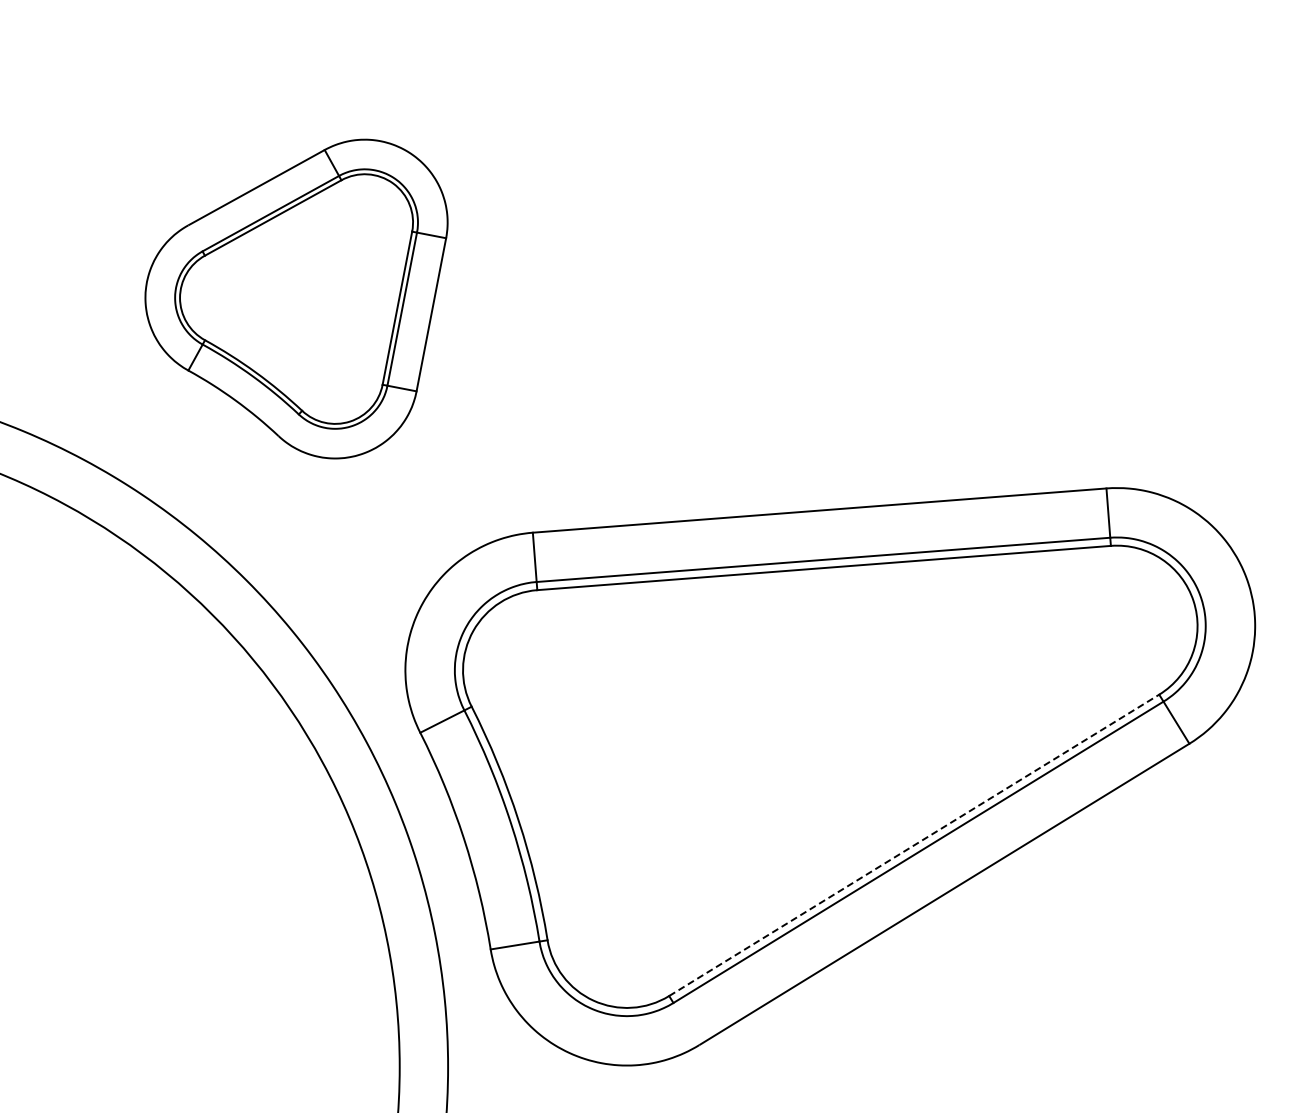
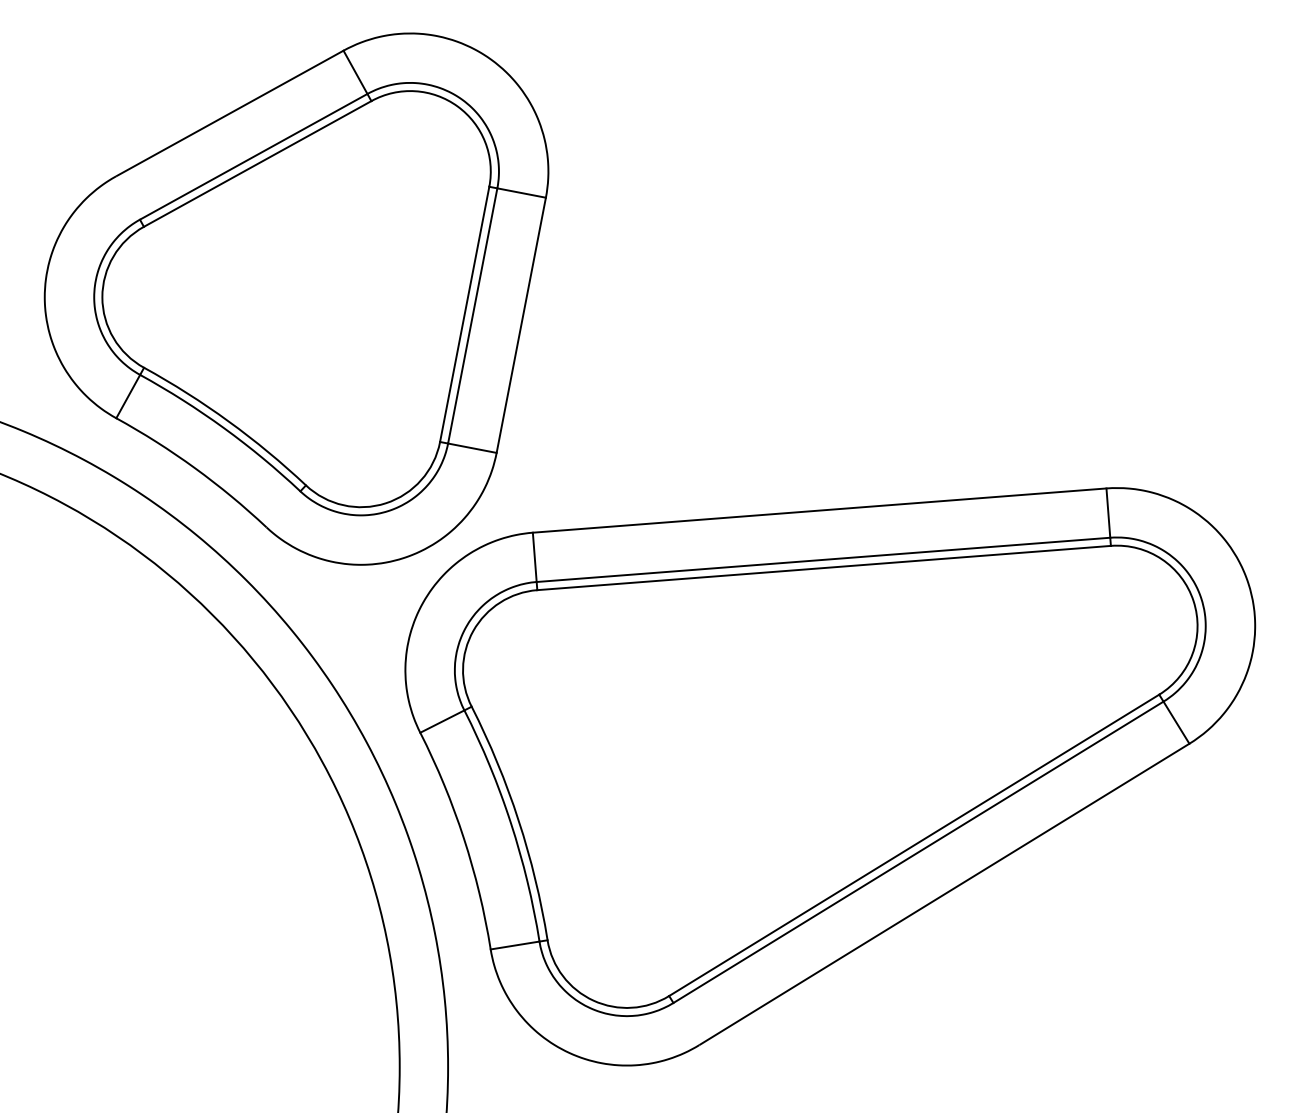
part at (296, 298) size: 305x322 px -> 507x534 px
line at (914, 845): dashed -> solid
